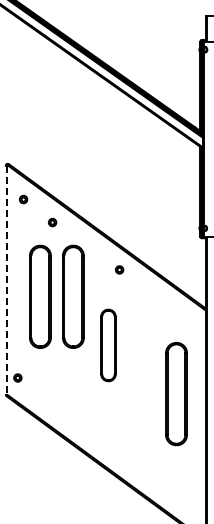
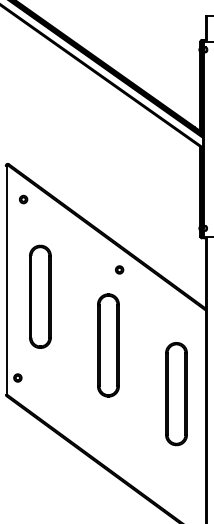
part at (52, 222): present -> none
line at (7, 280): dashed -> solid
part at (73, 296): present -> none
part at (108, 345) size: 17x75 px -> 23x105 px
